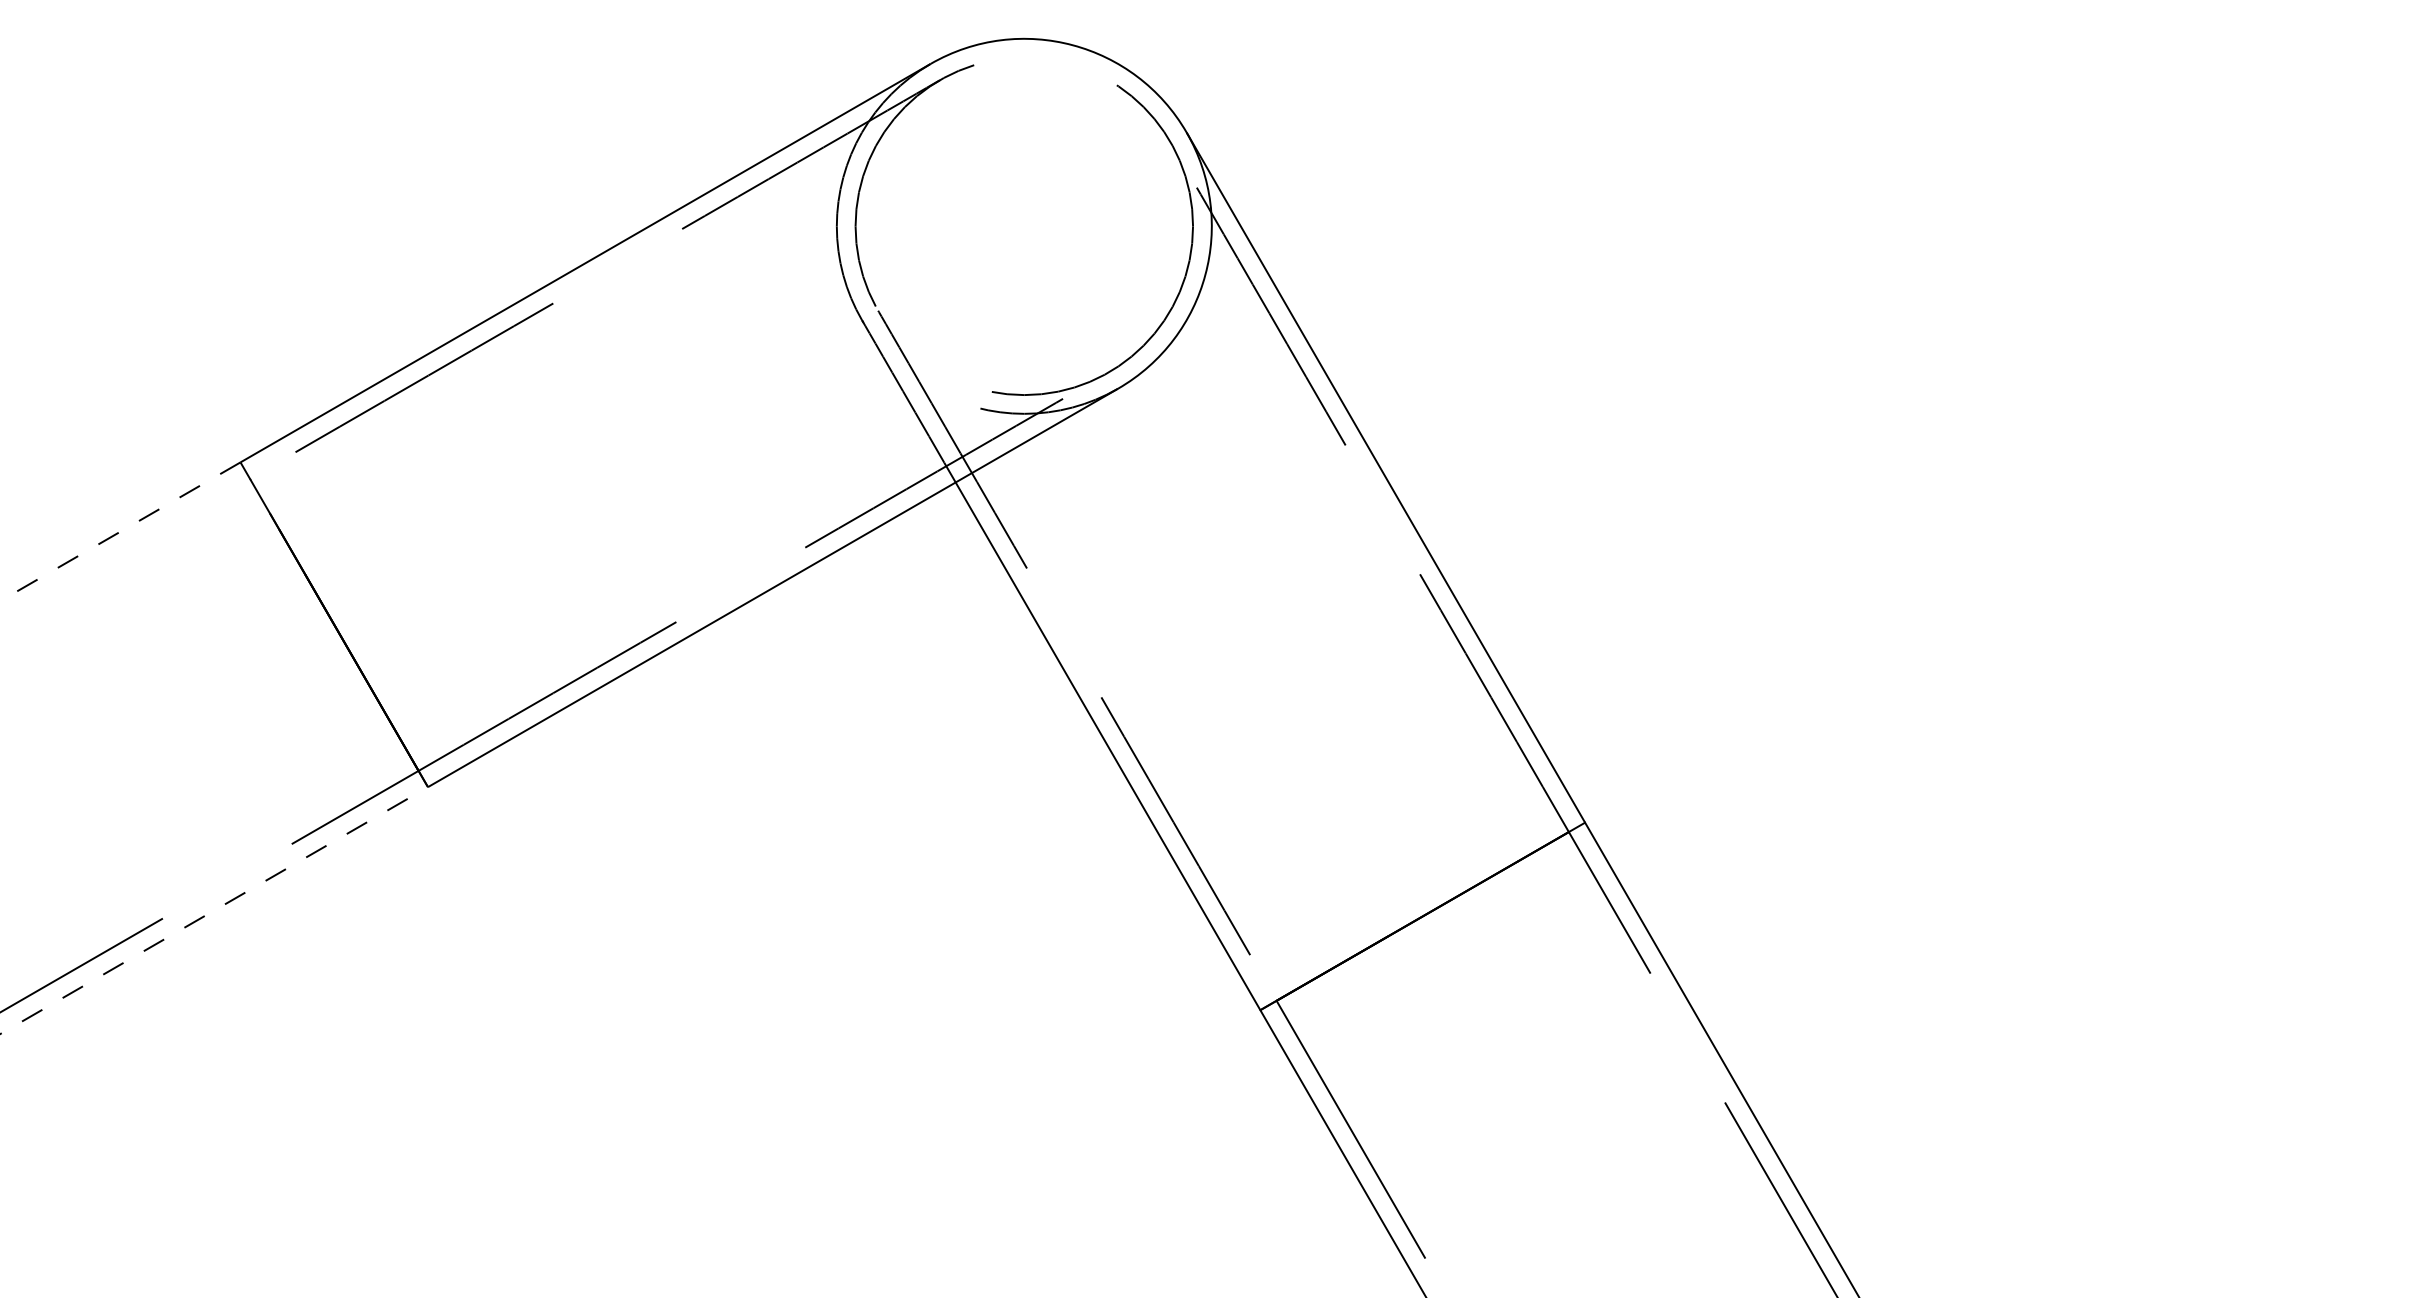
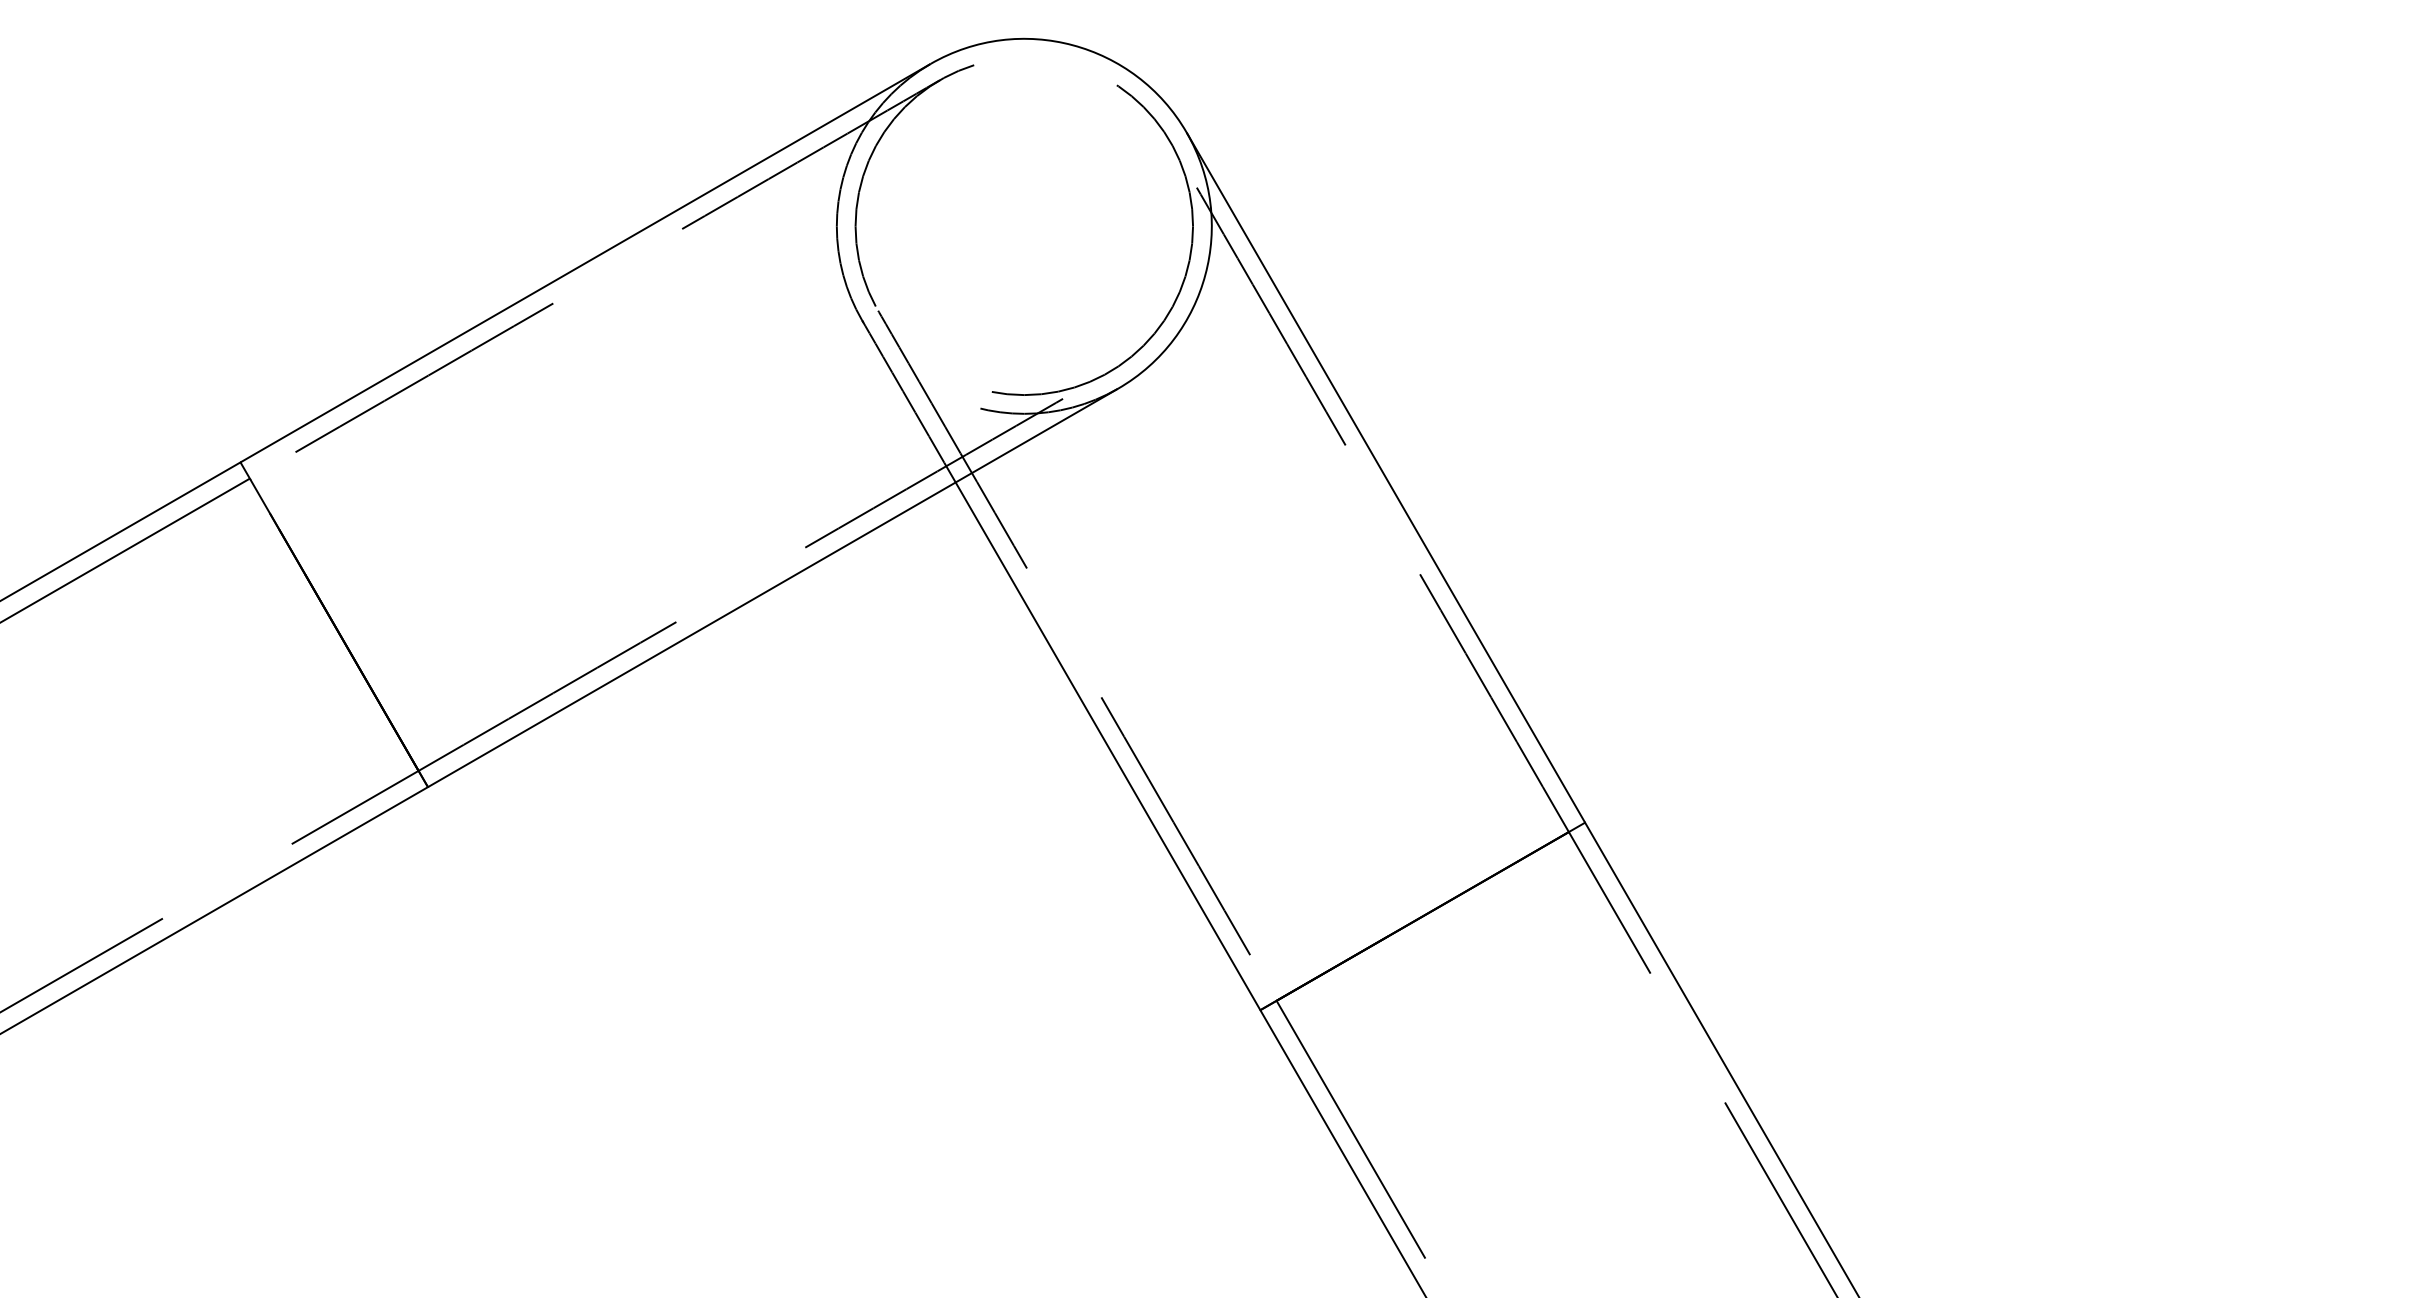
line at (119, 531): dashed -> solid
line at (125, 549): none -> present
line at (214, 910): dashed -> solid
